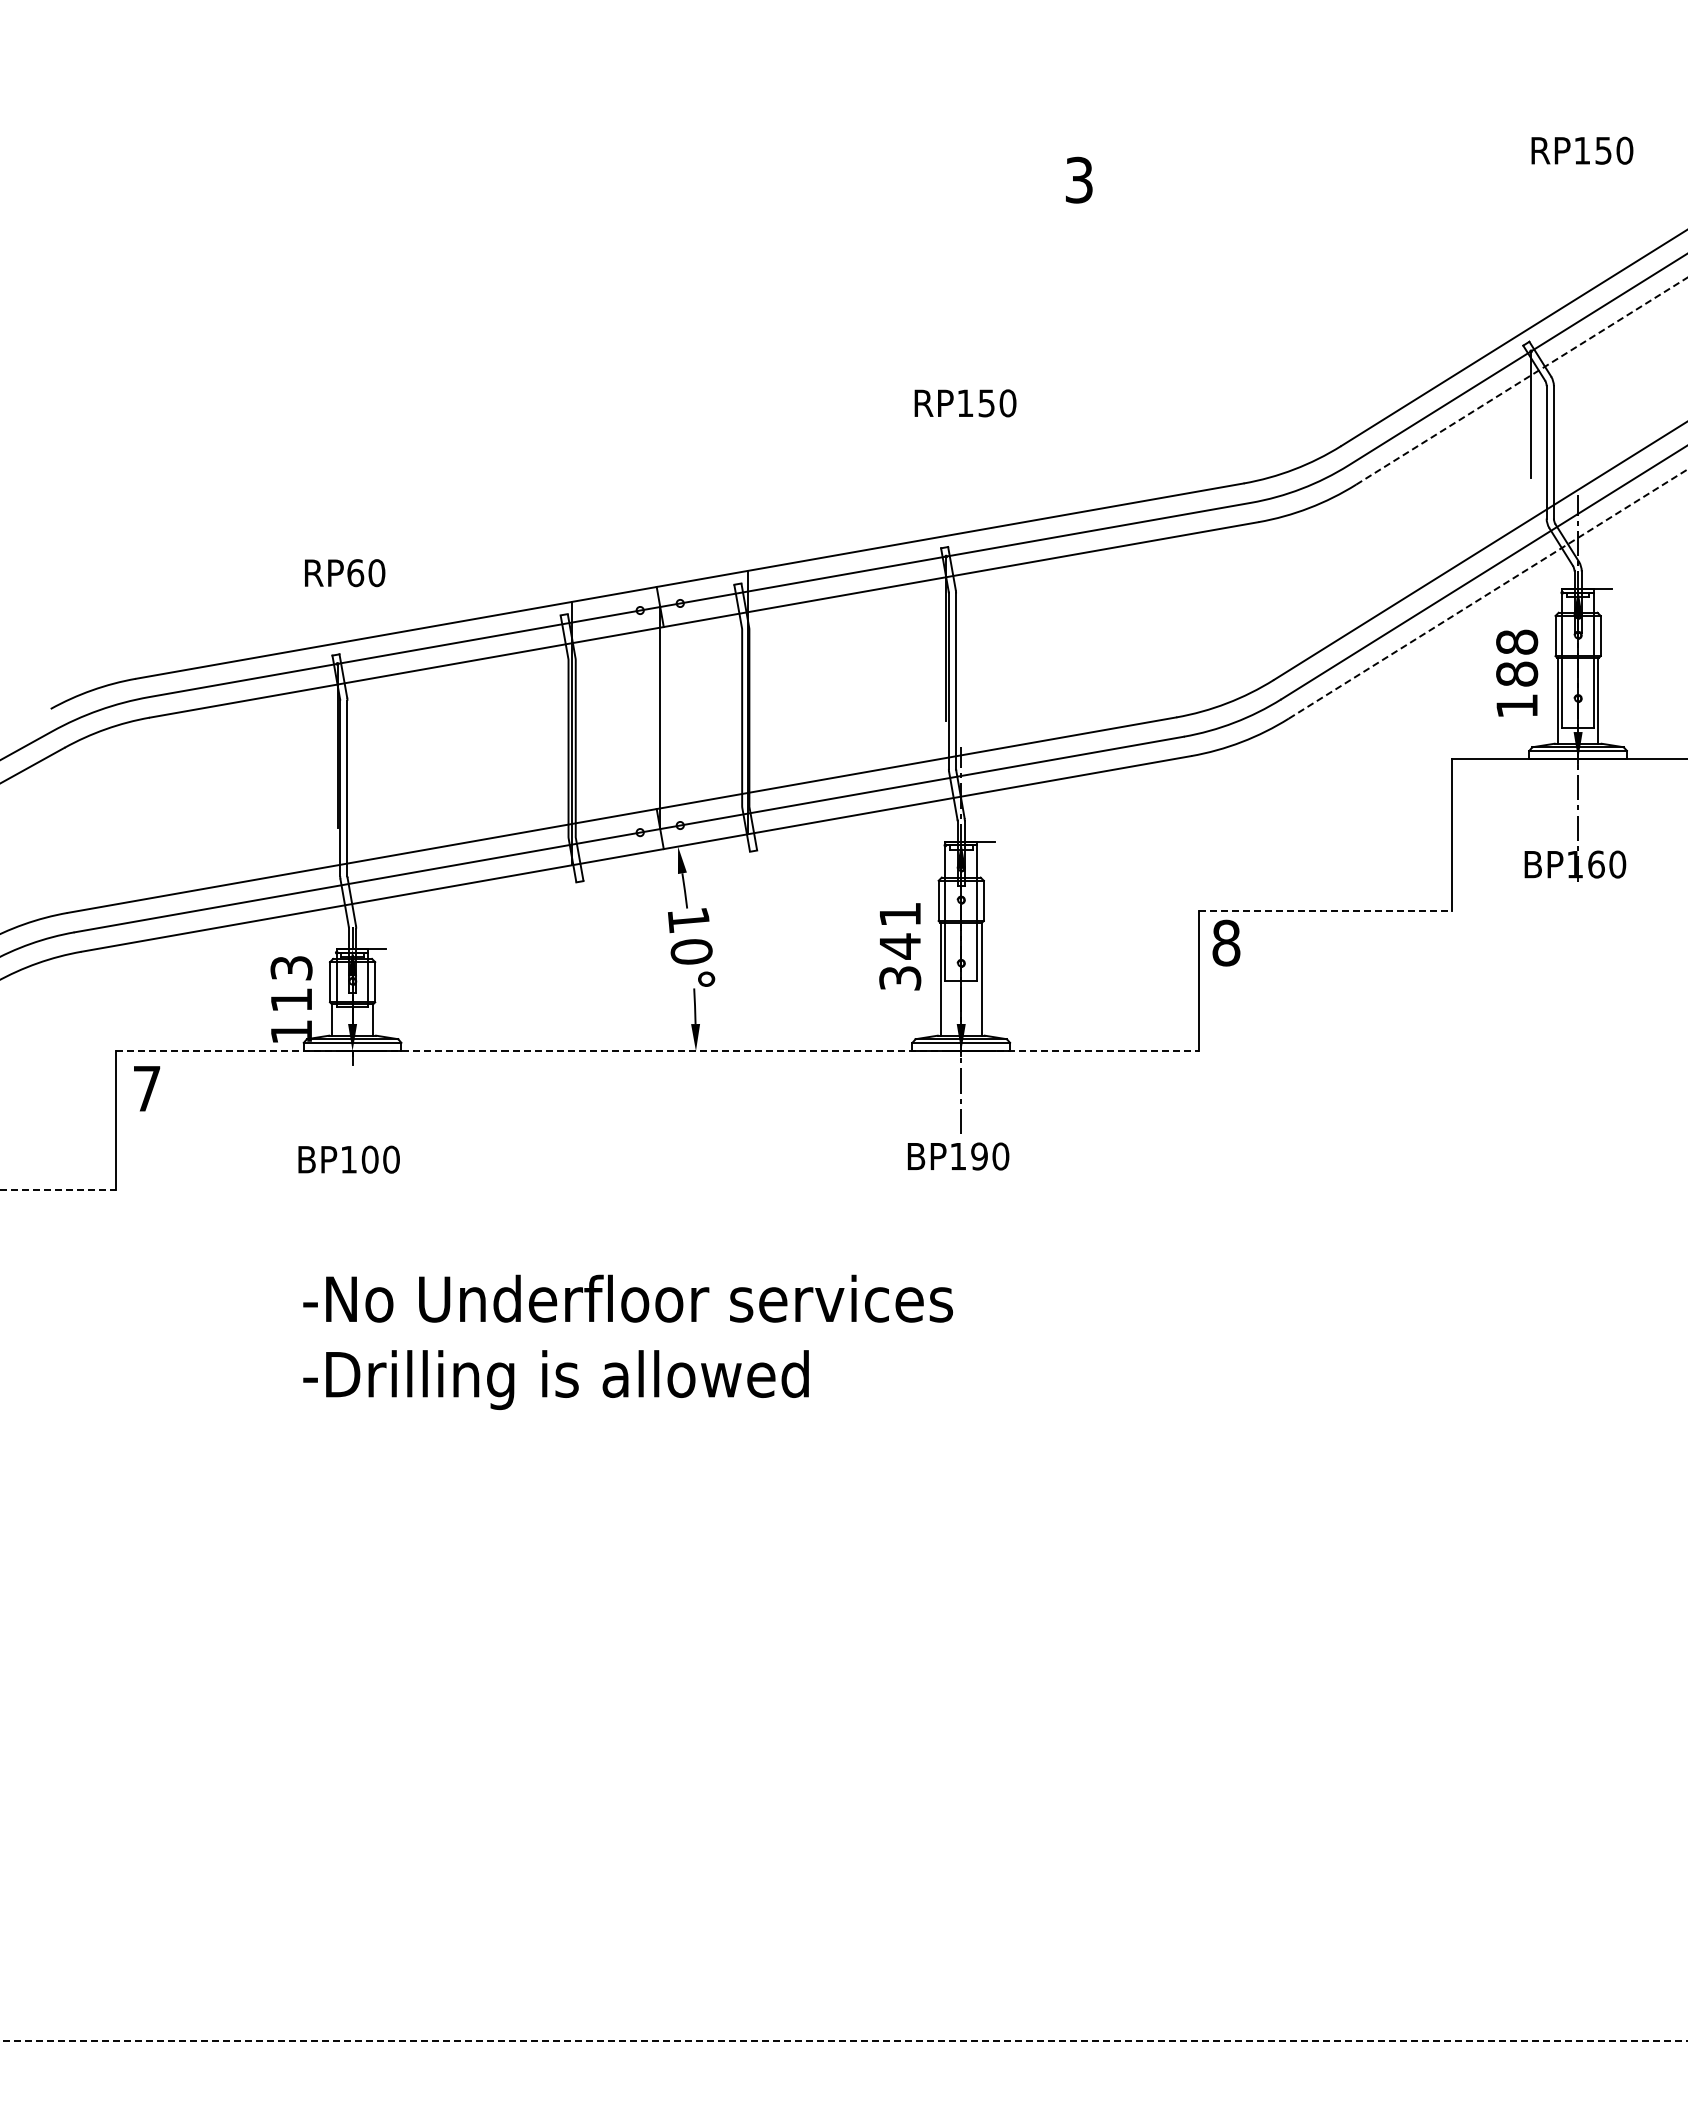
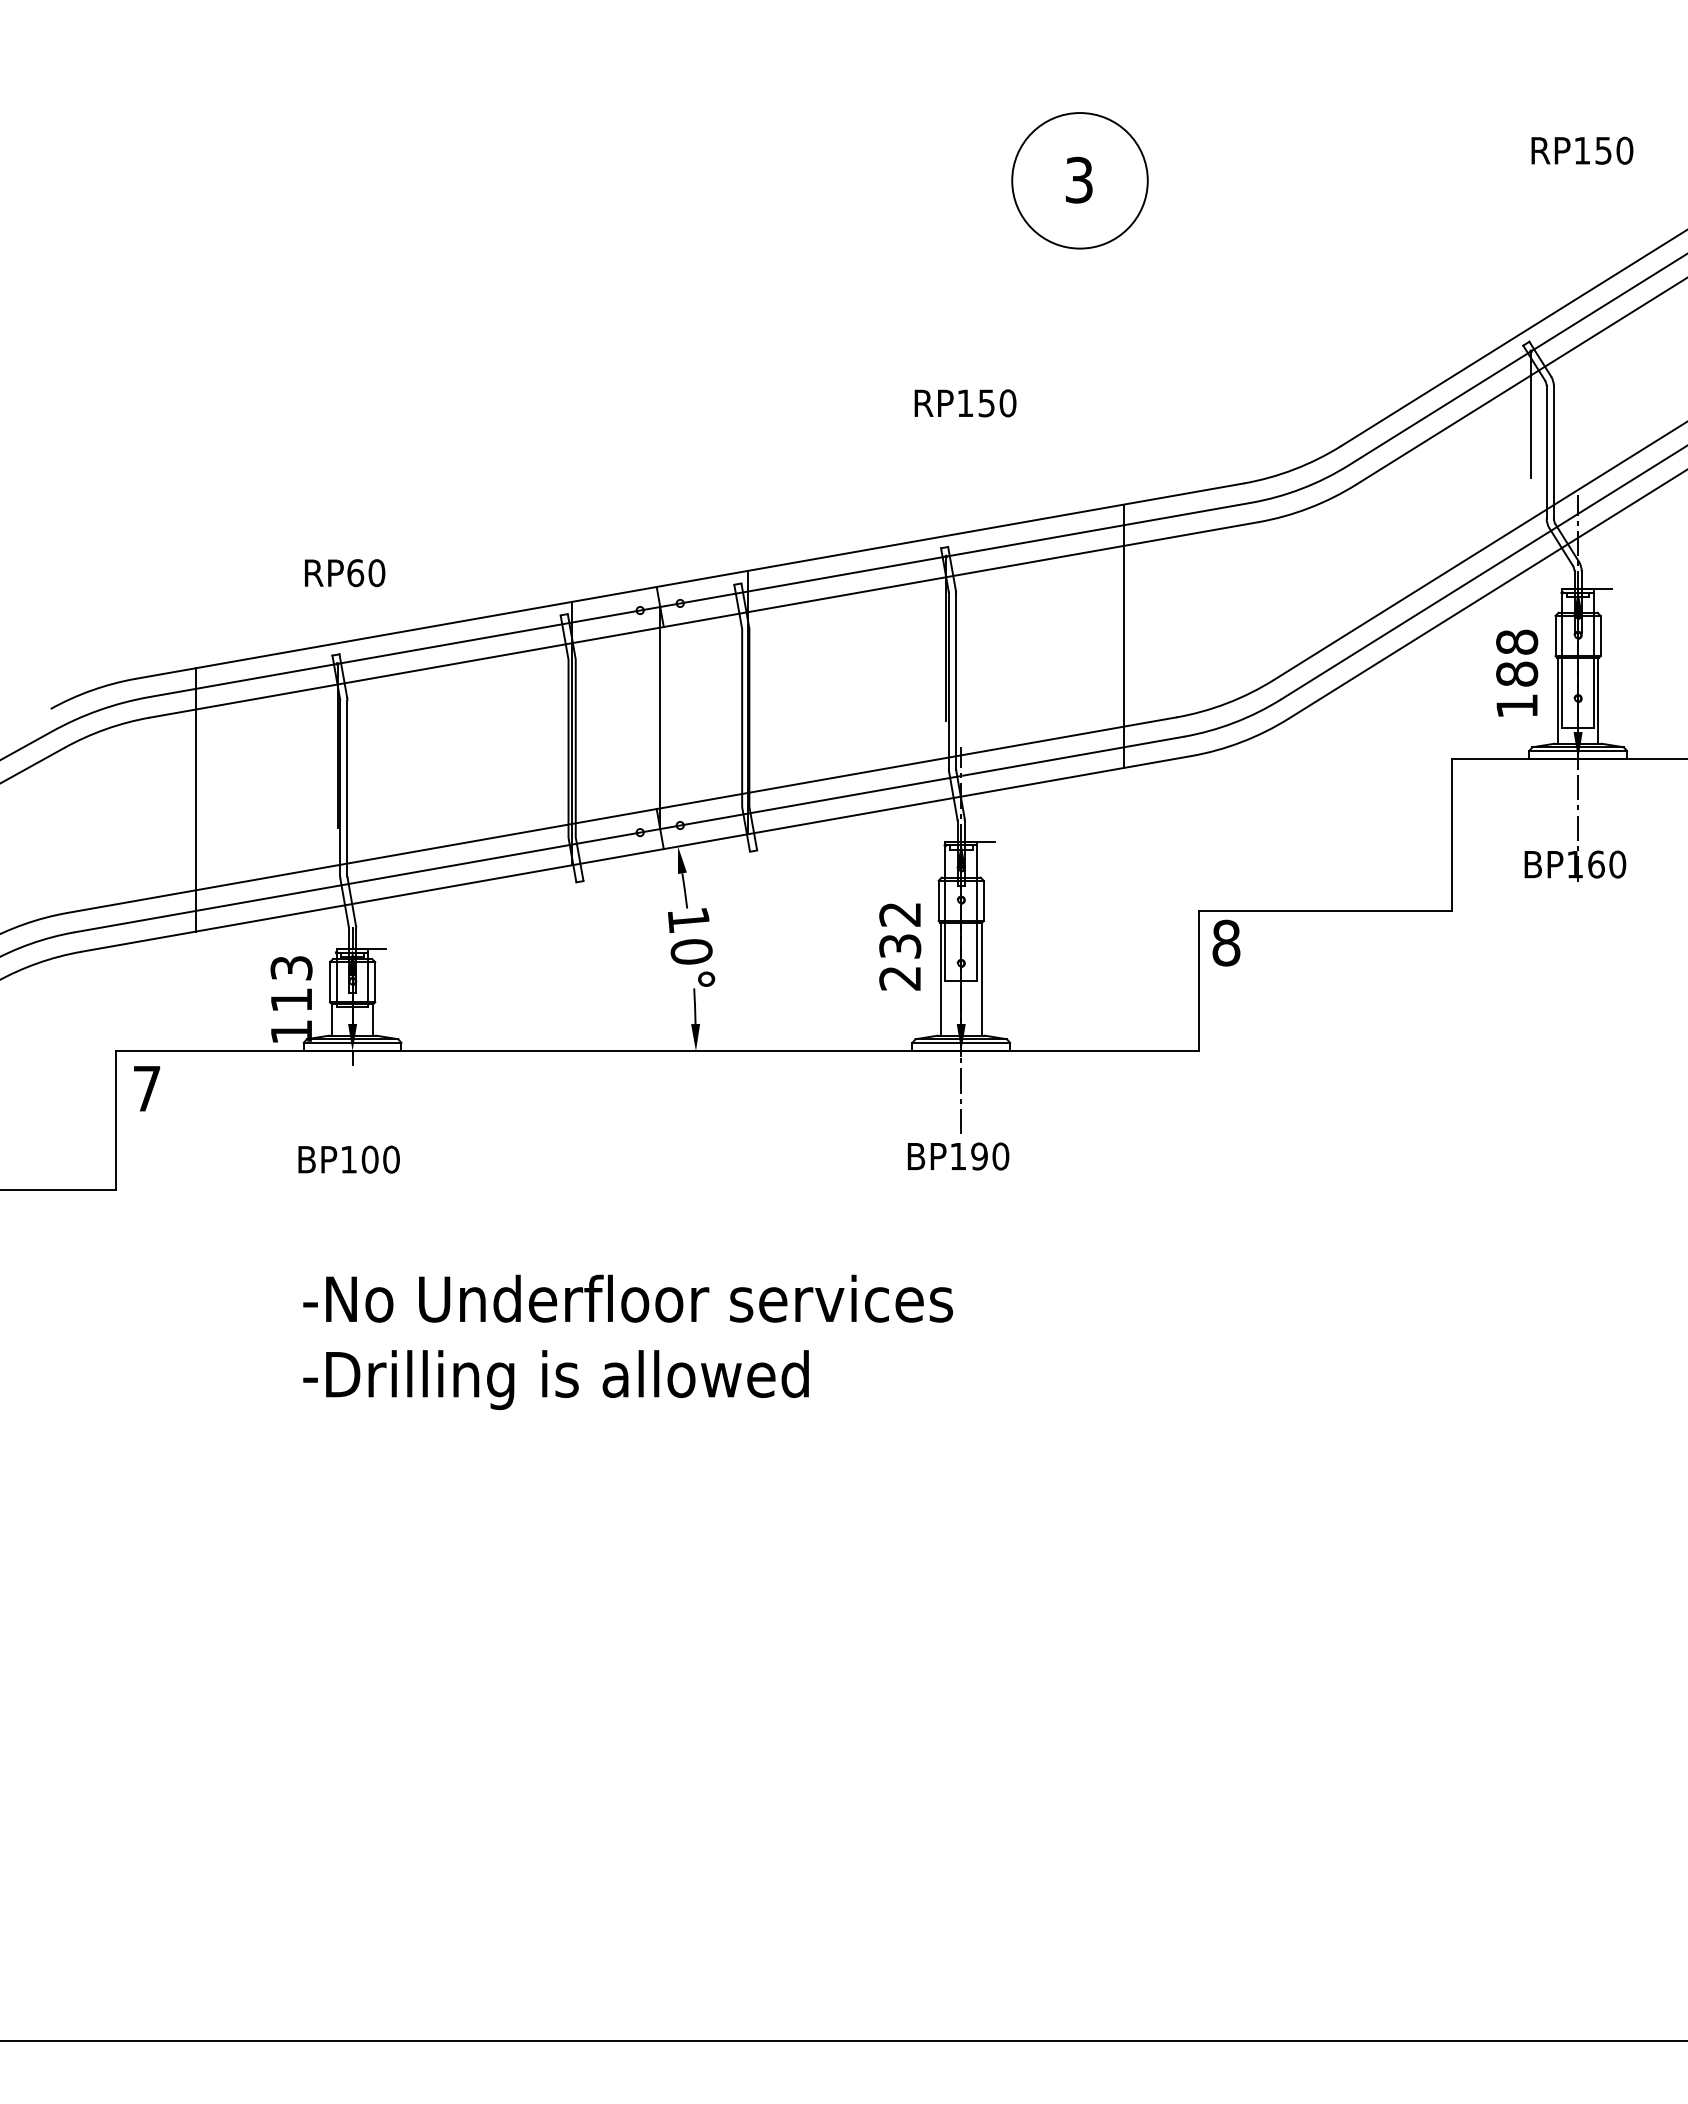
circle at (1079, 180): none -> present
line at (1522, 380): dashed -> solid
line at (1488, 594): dashed -> solid
line at (1124, 635): none -> present
line at (195, 799): none -> present
line at (1325, 911): dashed -> solid
text at (900, 946): 341 -> 232
line at (658, 1051): dashed -> solid
line at (58, 1190): dashed -> solid
line at (844, 2040): dashed -> solid
